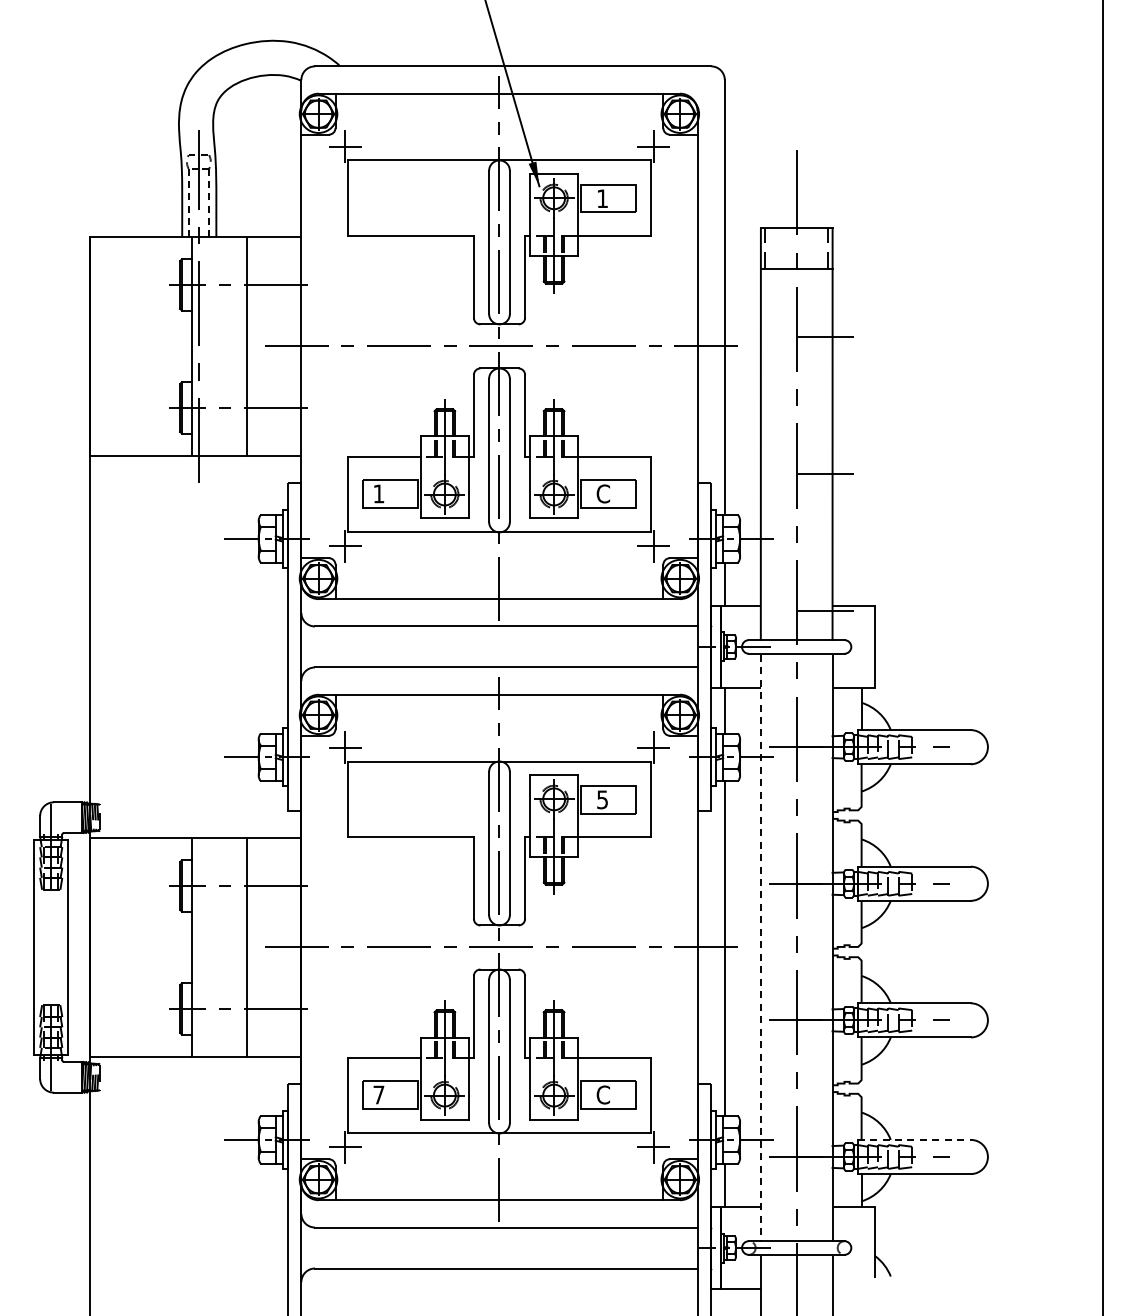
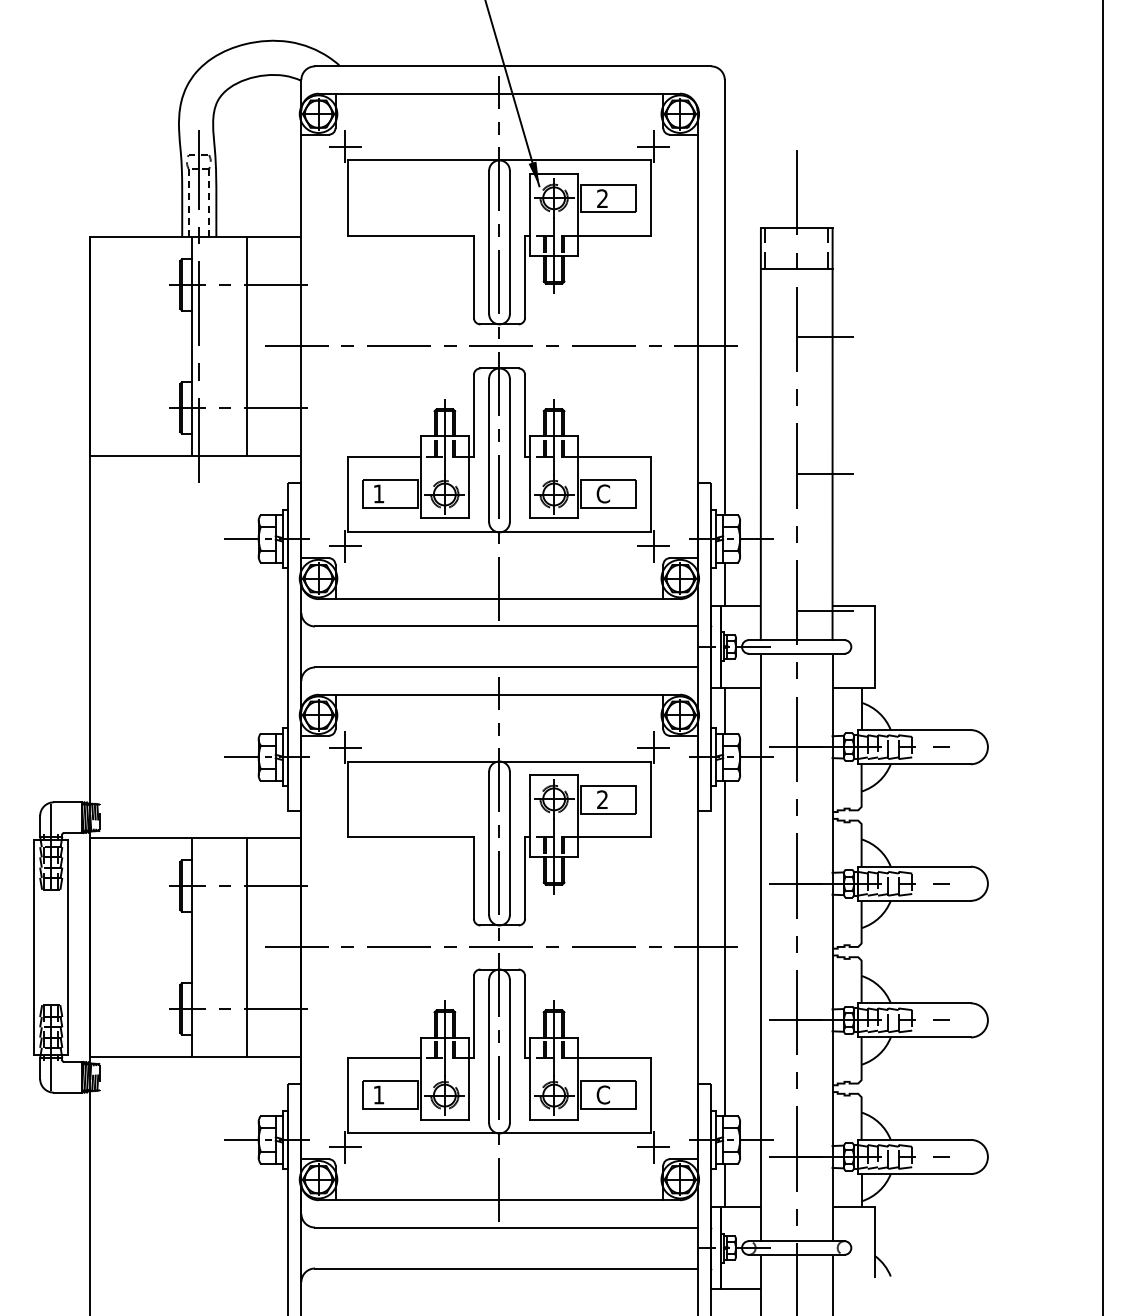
text at (602, 198): 1 -> 2
text at (602, 799): 5 -> 2
line at (760, 948): dashed -> solid
text at (378, 1094): 7 -> 1
line at (914, 1139): dashed -> solid
